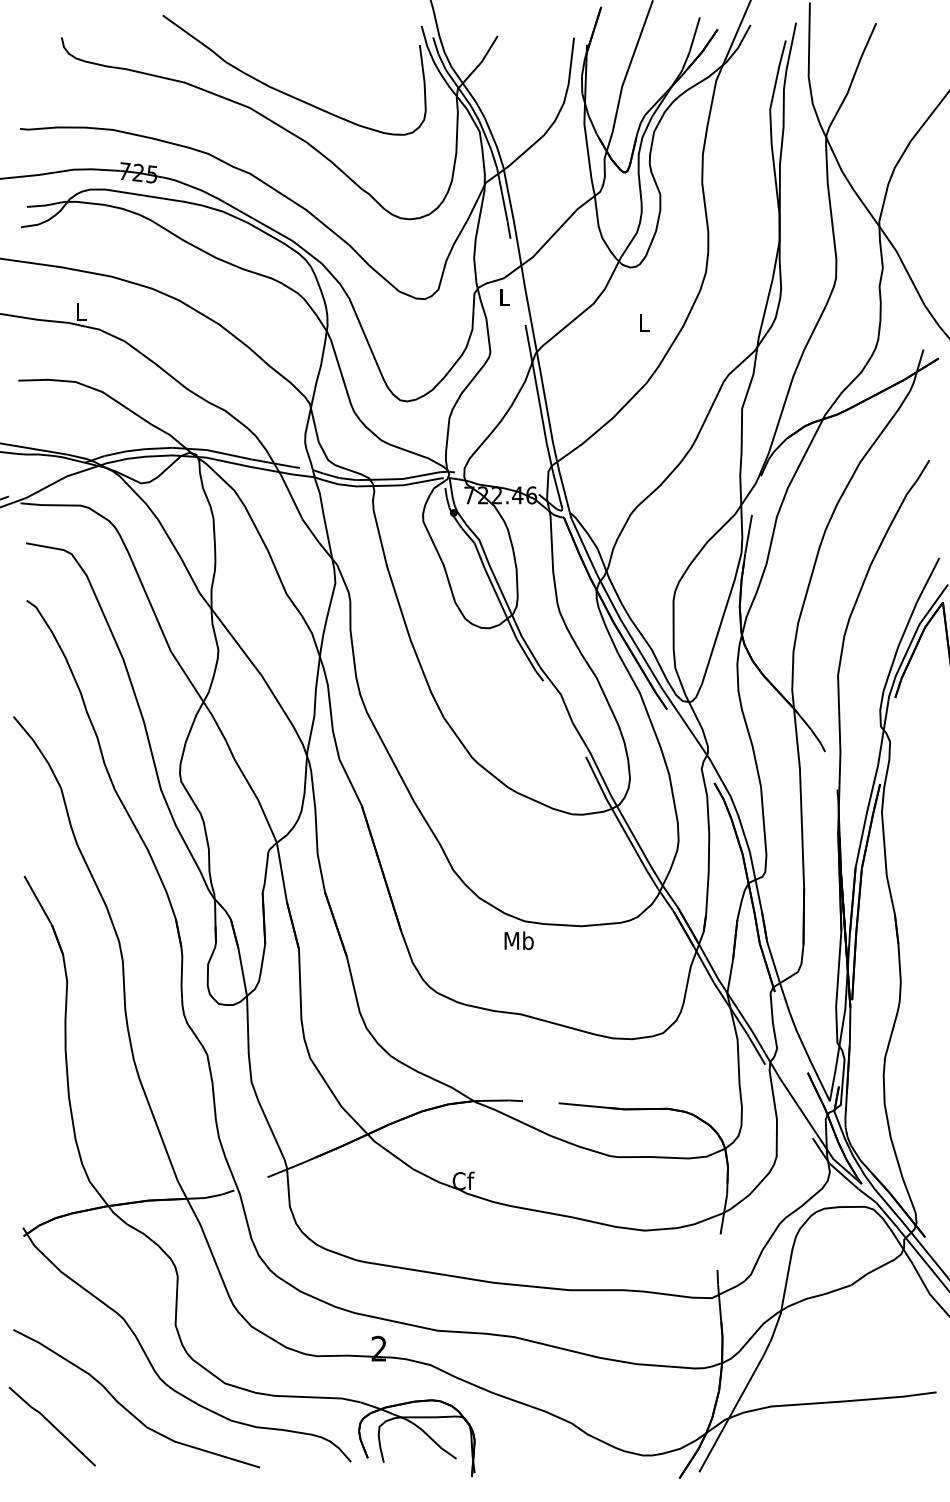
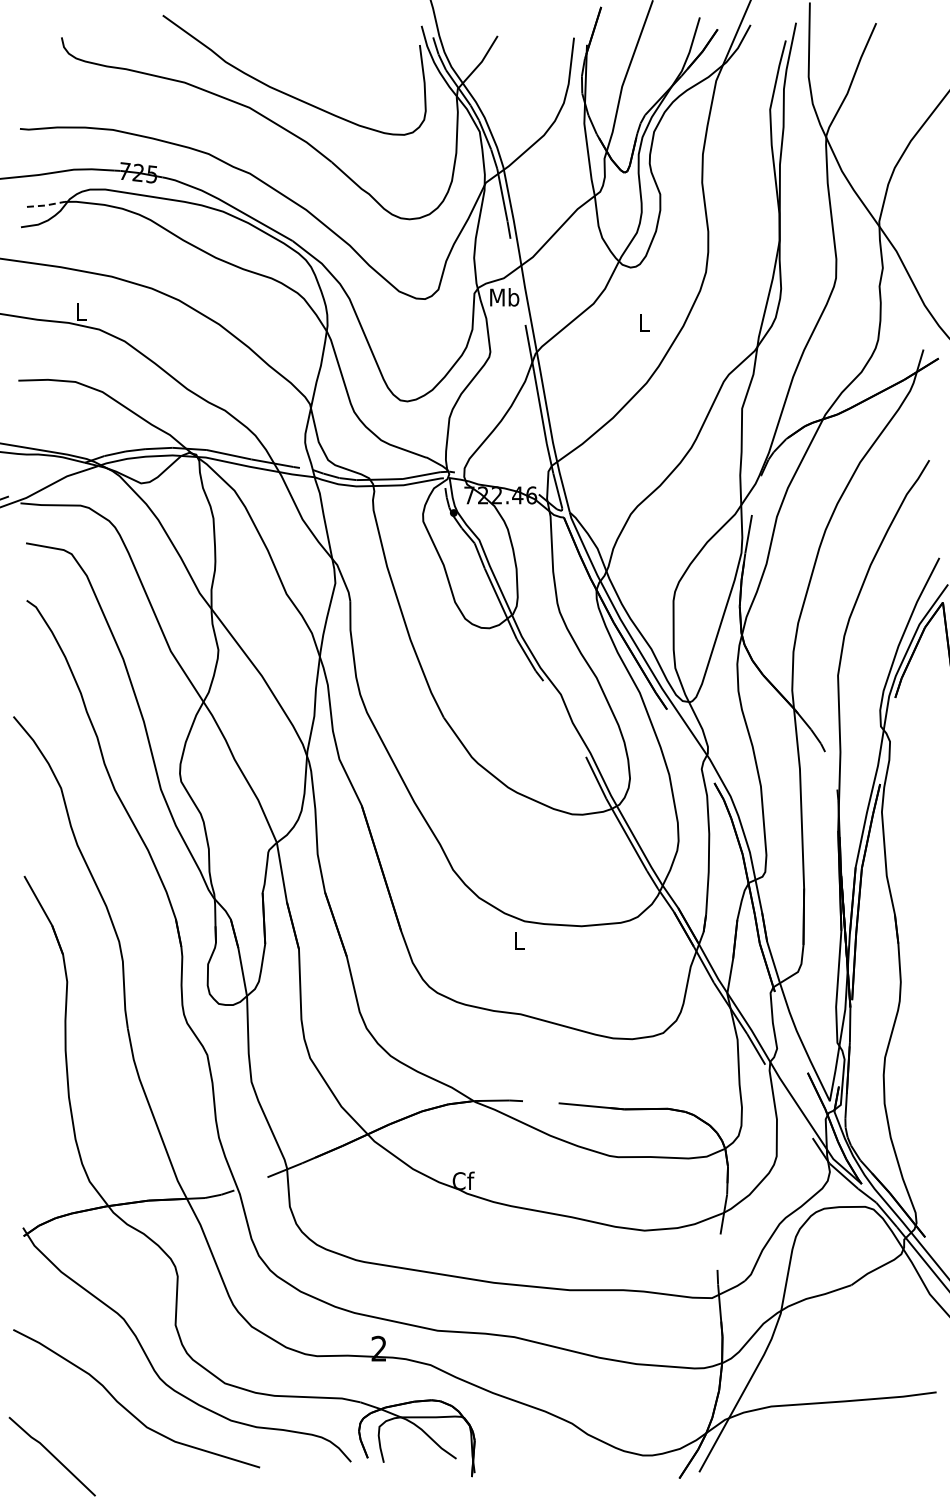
line at (45, 205): solid -> dashed
text at (504, 297): L -> Mb
text at (518, 940): Mb -> L
line at (51, 1425) position: (51, 1425) -> (51, 1455)
